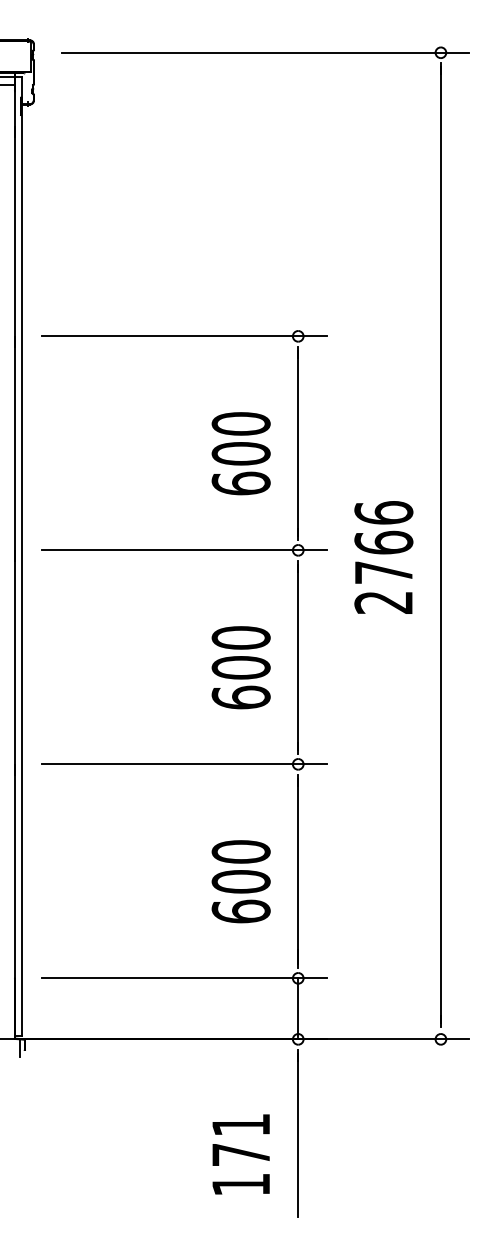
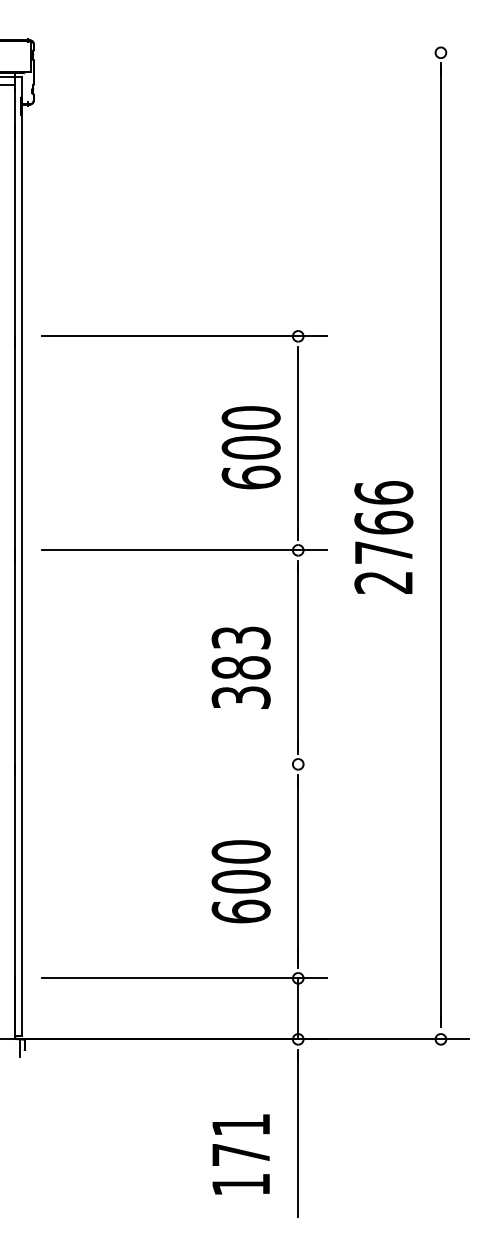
line at (265, 52): present -> none
text at (240, 453) position: (240, 453) -> (250, 447)
text at (383, 557) position: (383, 557) -> (383, 537)
text at (240, 667): 600 -> 383
line at (183, 764): present -> none
